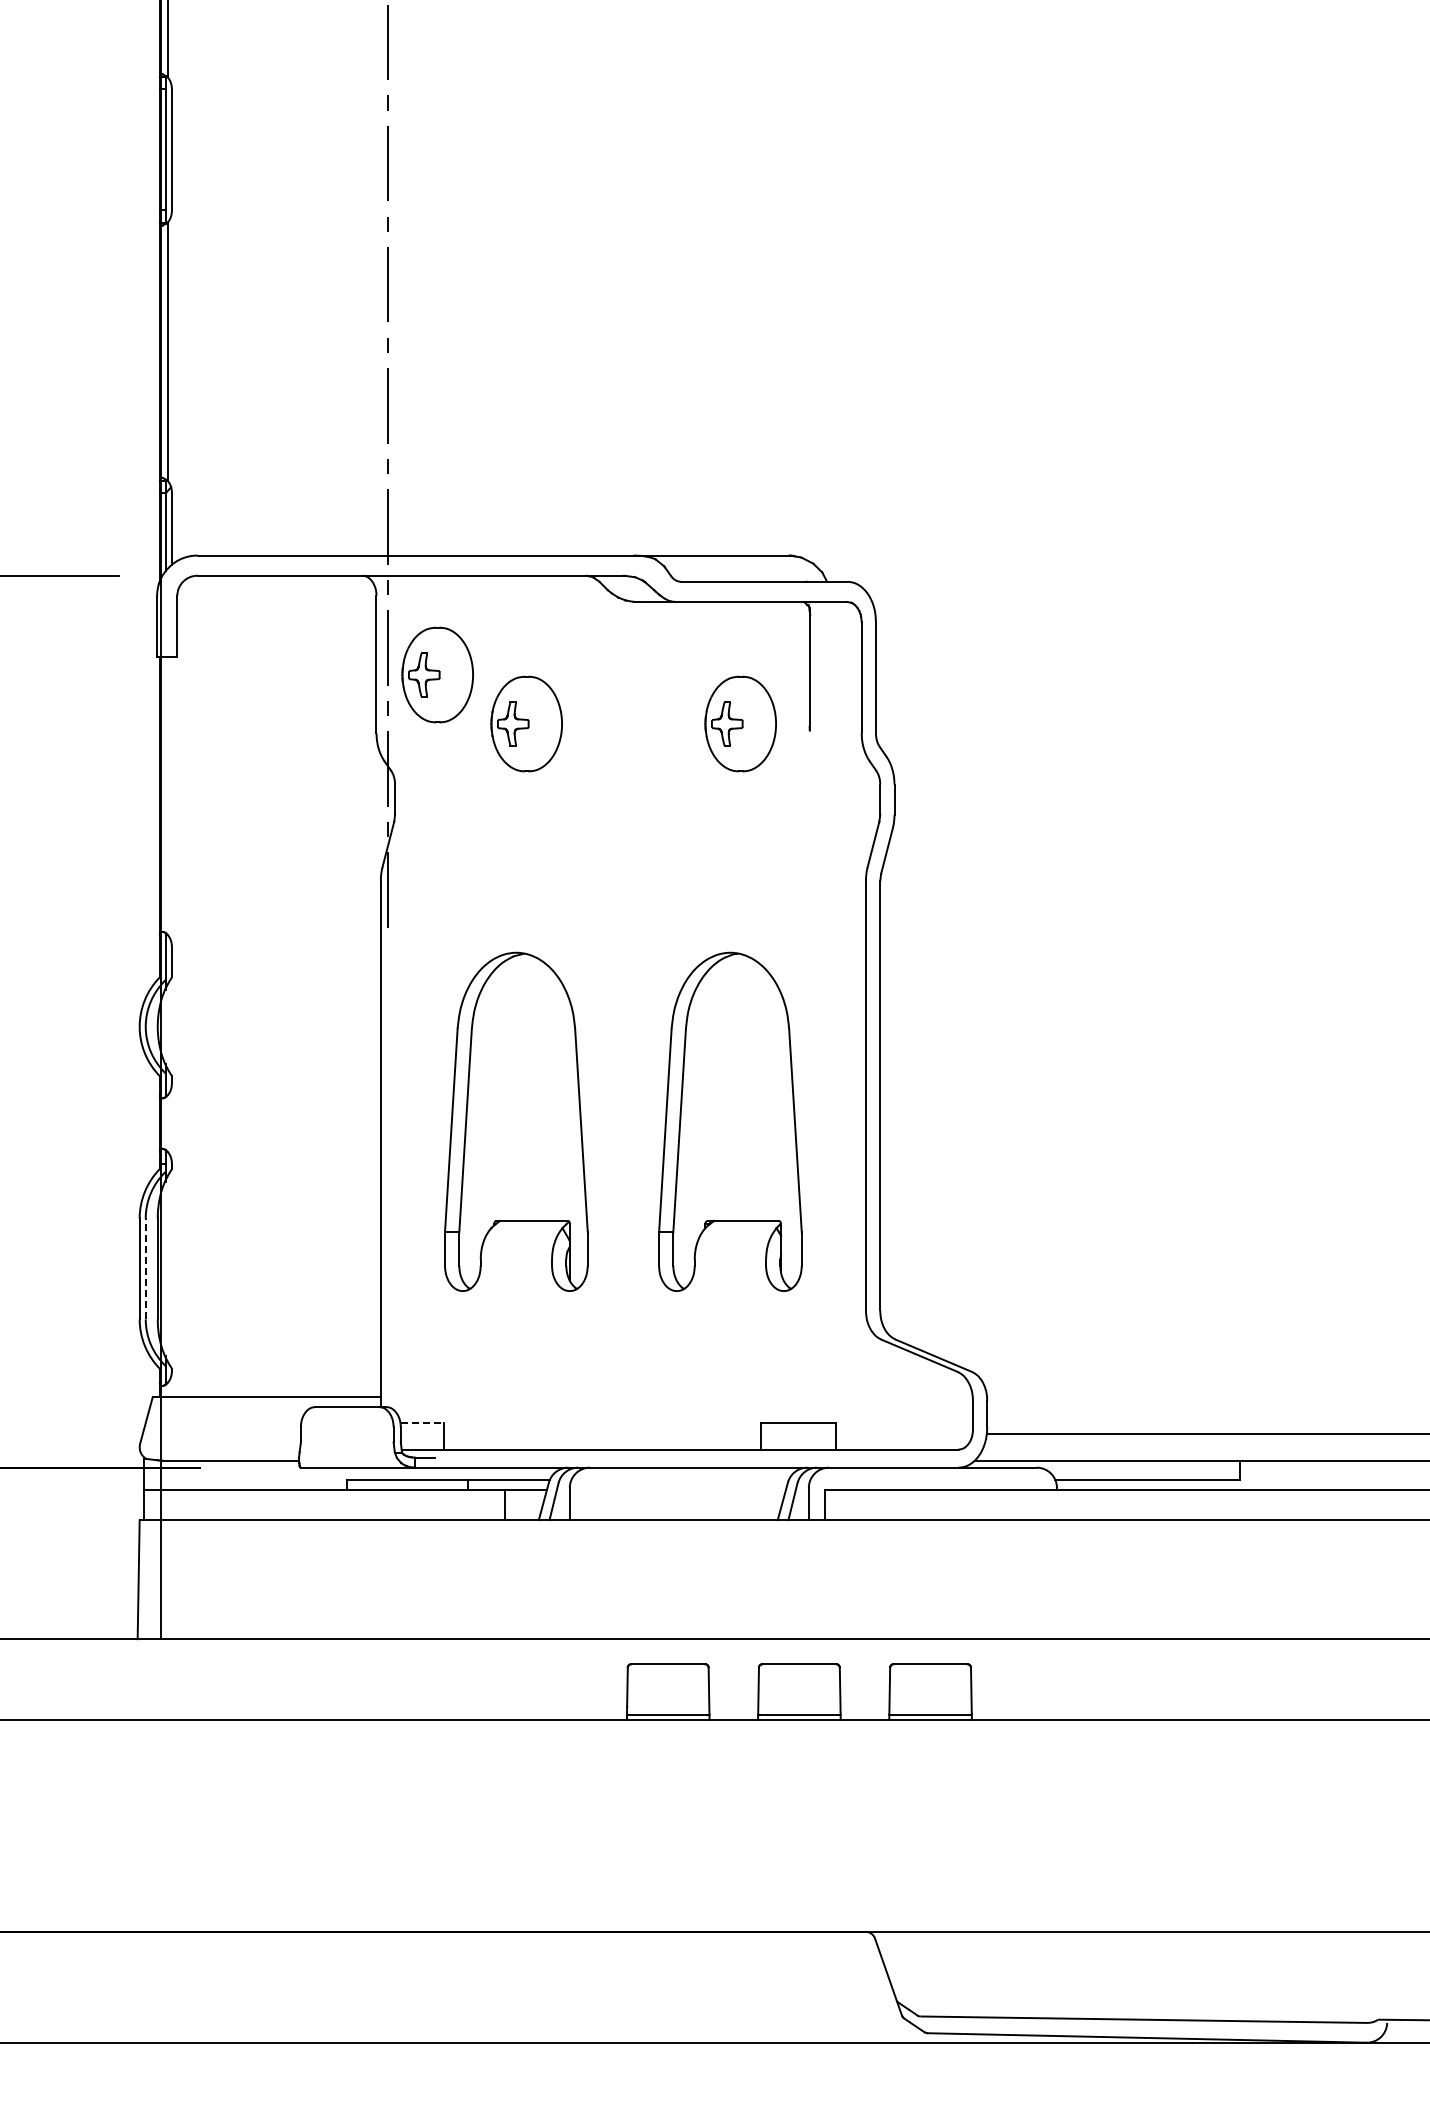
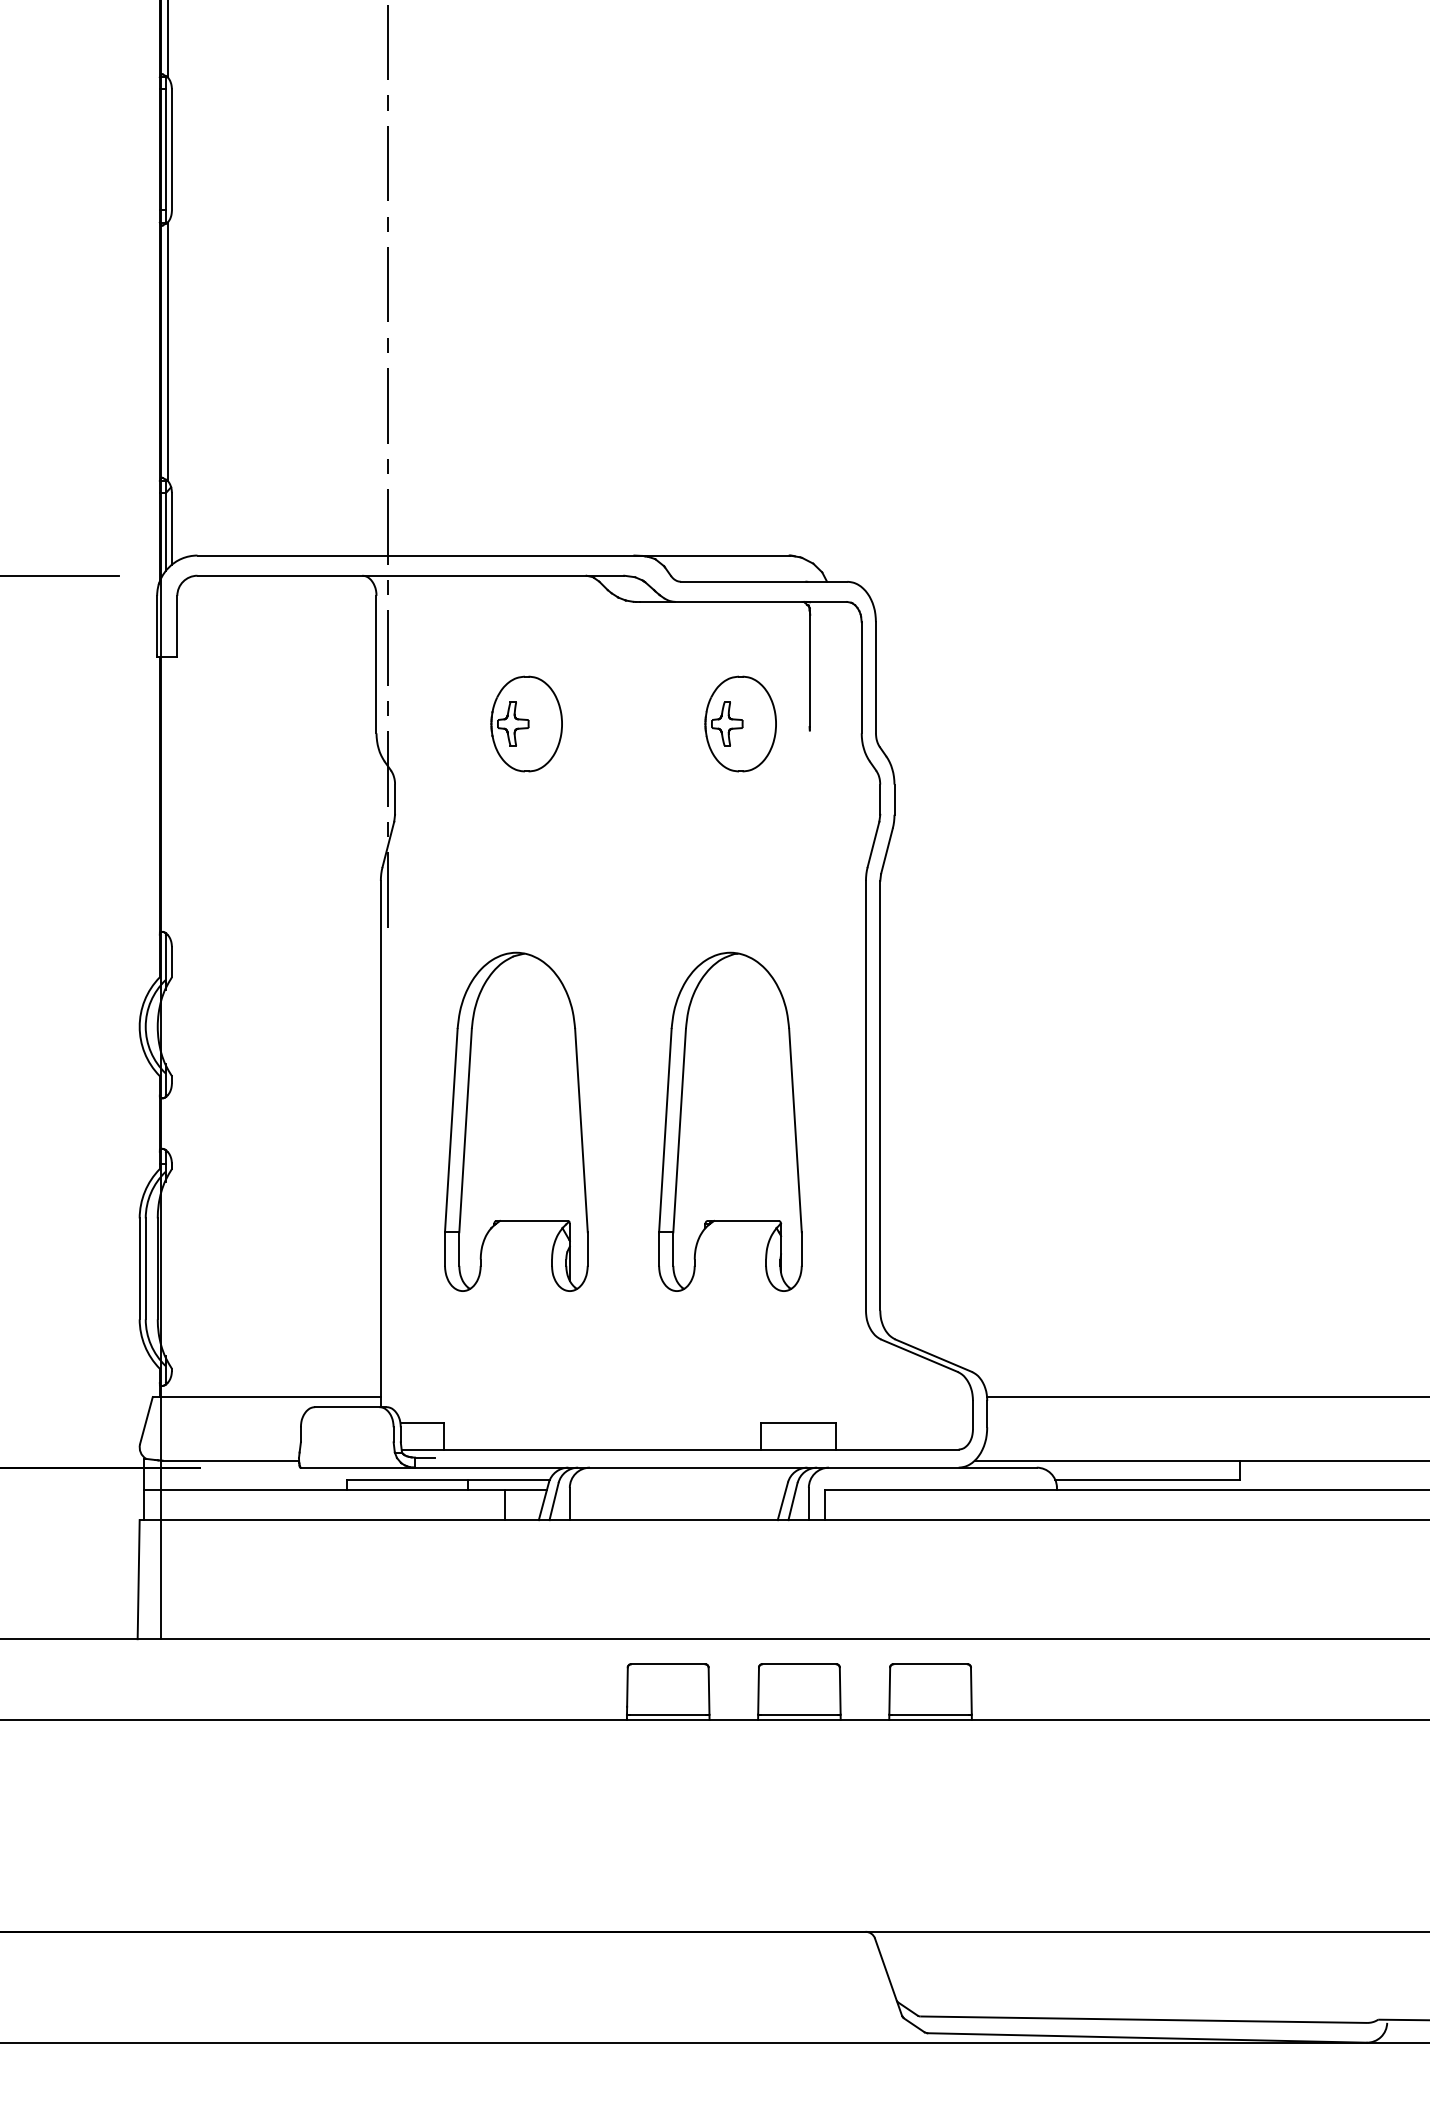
part at (437, 674): present -> none
line at (145, 1268): dashed -> solid
line at (422, 1423): dashed -> solid
line at (1206, 1434) position: (1206, 1434) -> (1206, 1397)
